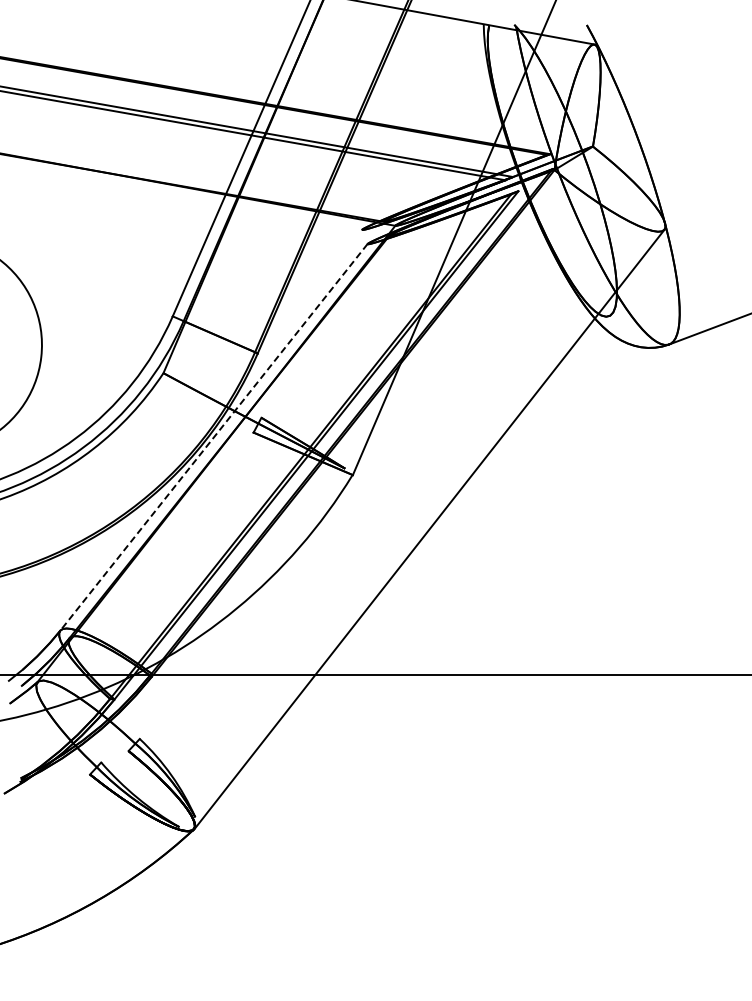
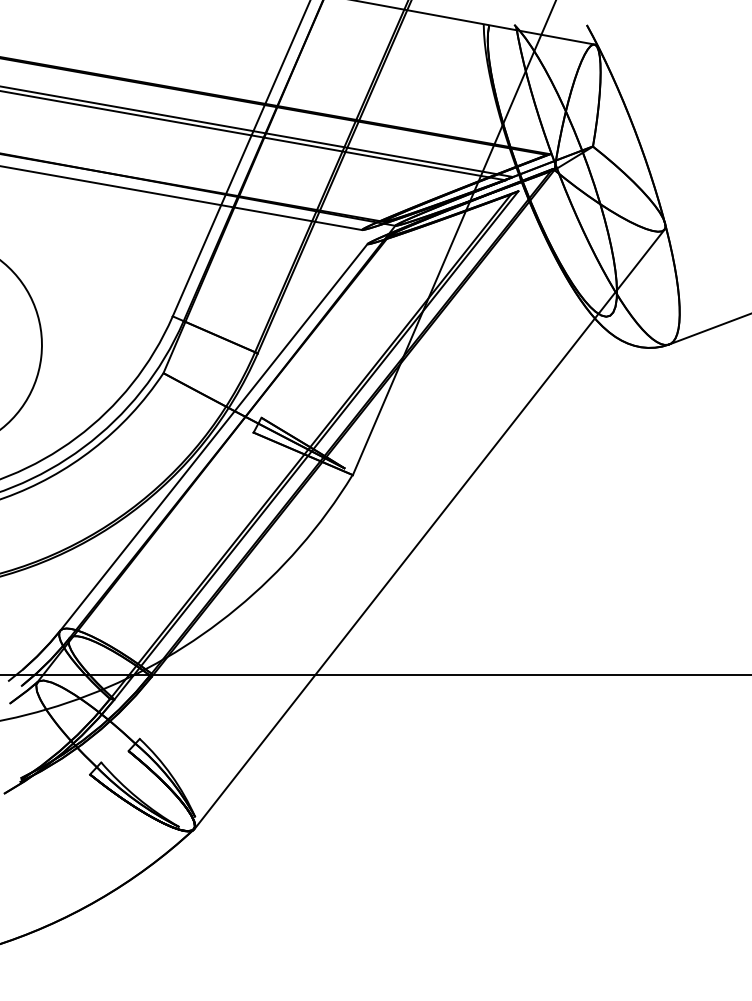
line at (182, 198): none -> present
line at (213, 437): dashed -> solid
